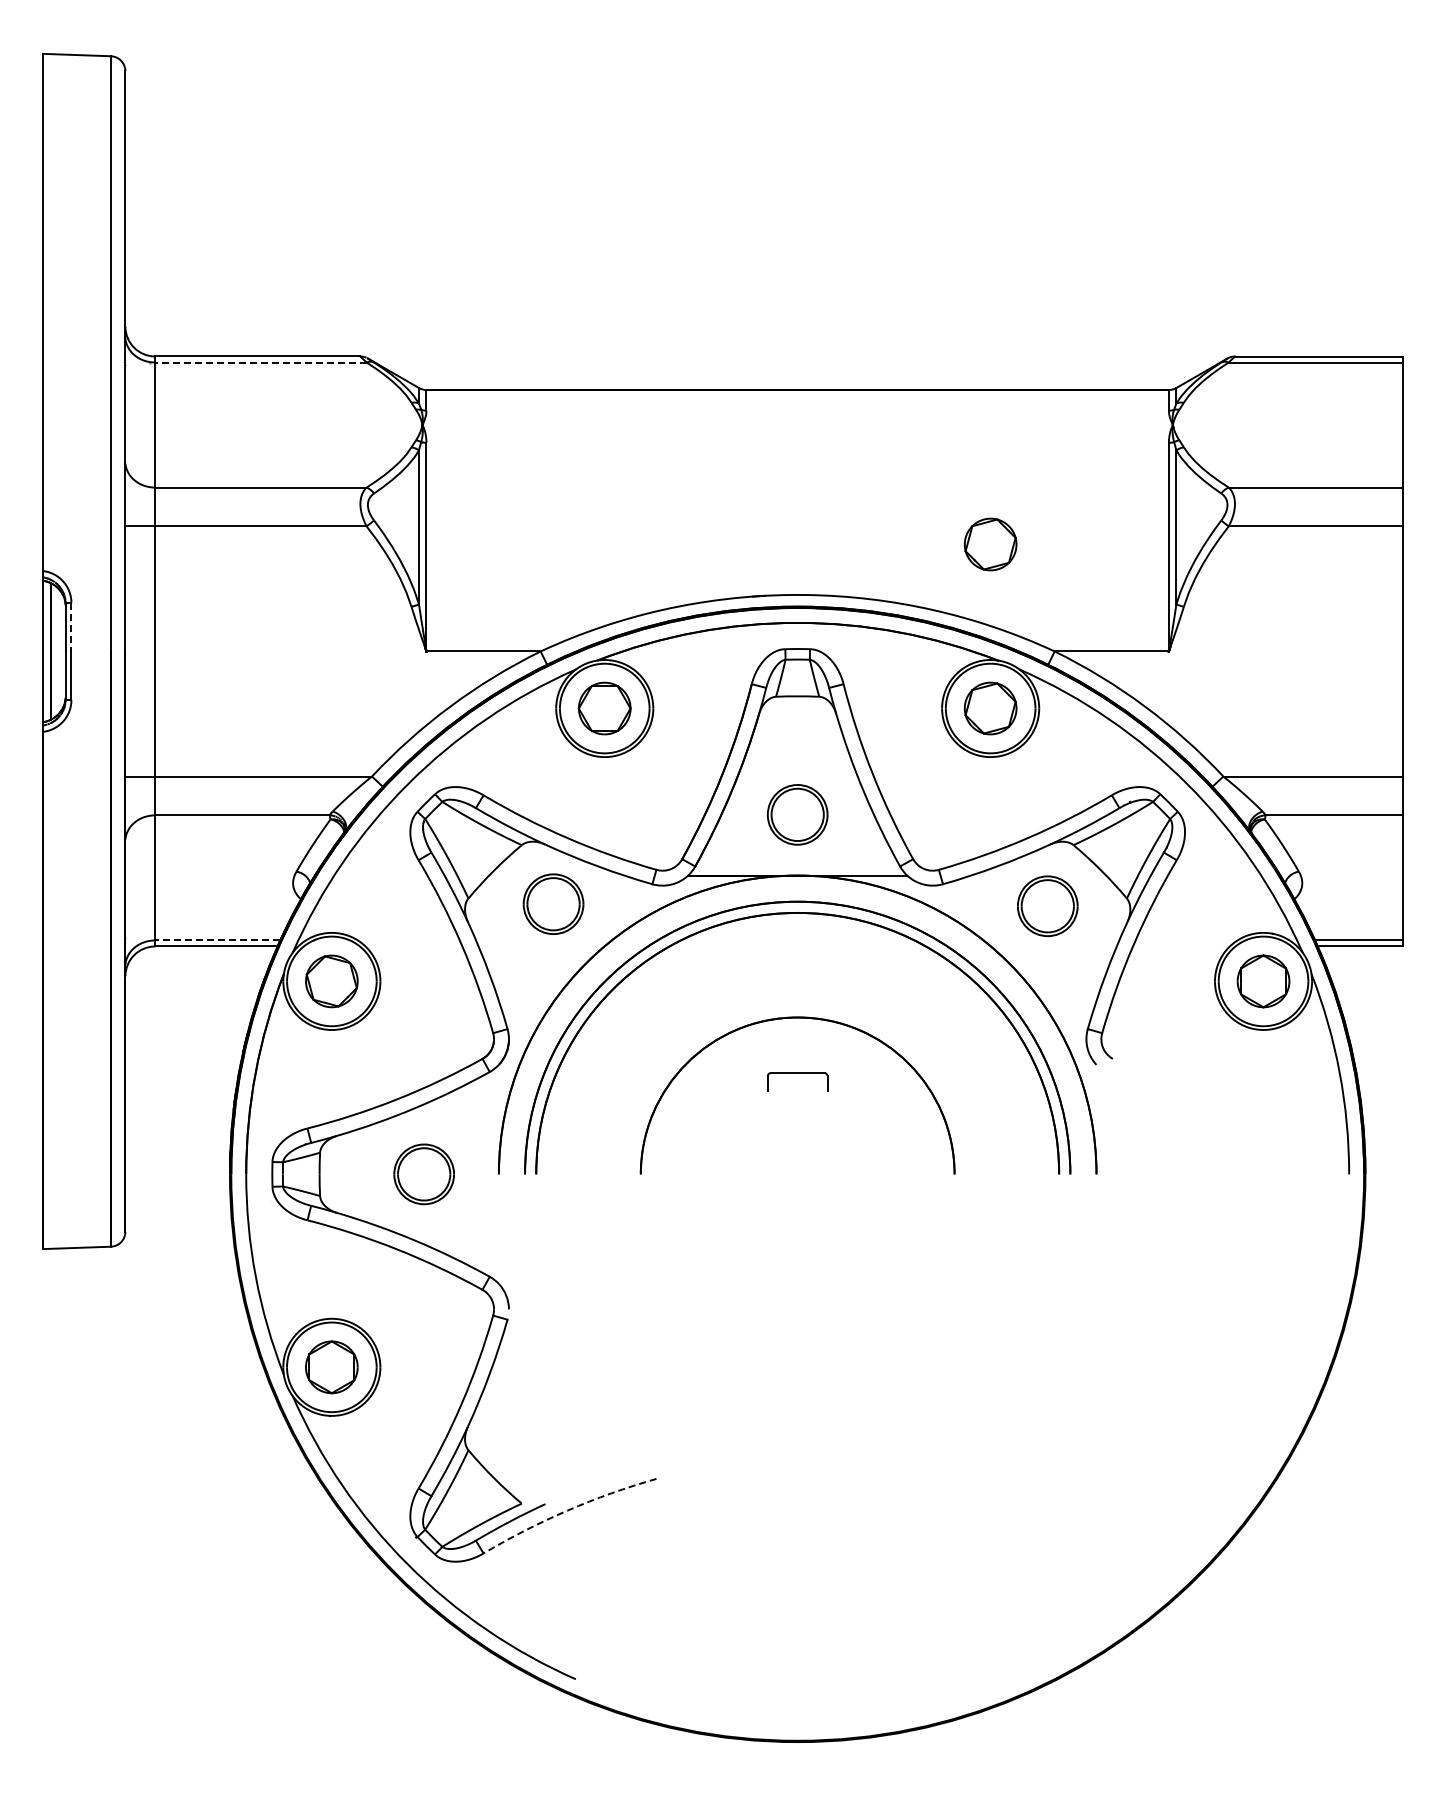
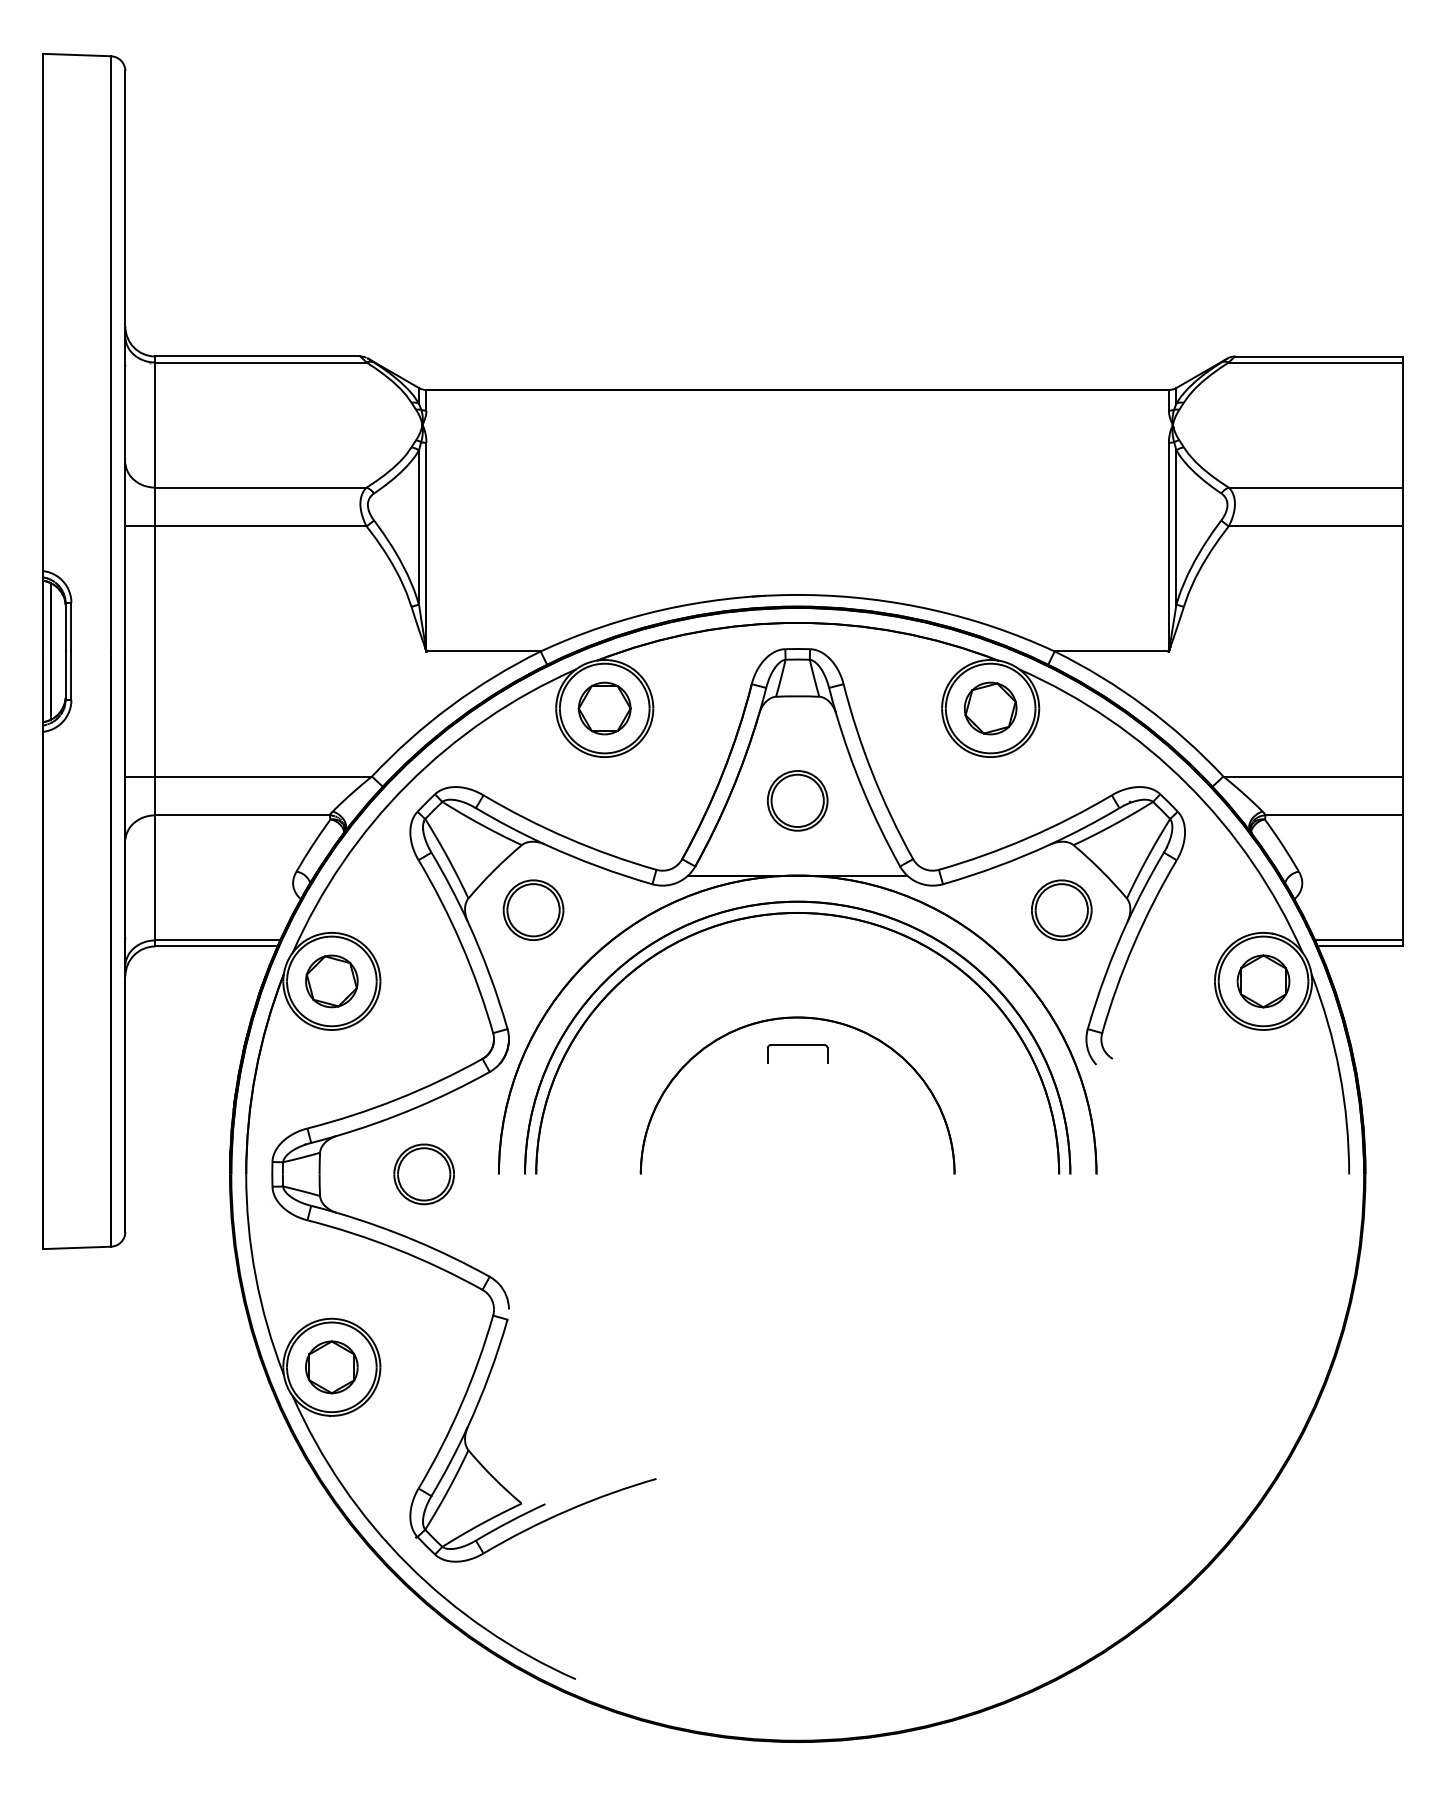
line at (260, 362): dashed -> solid
part at (990, 544): present -> none
line at (71, 627): dashed -> solid
part at (797, 814) position: (797, 814) -> (797, 800)
part at (553, 903) position: (553, 903) -> (533, 909)
part at (1047, 905) position: (1047, 905) -> (1061, 909)
line at (217, 940): dashed -> solid
part at (797, 1073) position: (797, 1073) -> (797, 1045)
arc at (567, 1510): dashed -> solid
